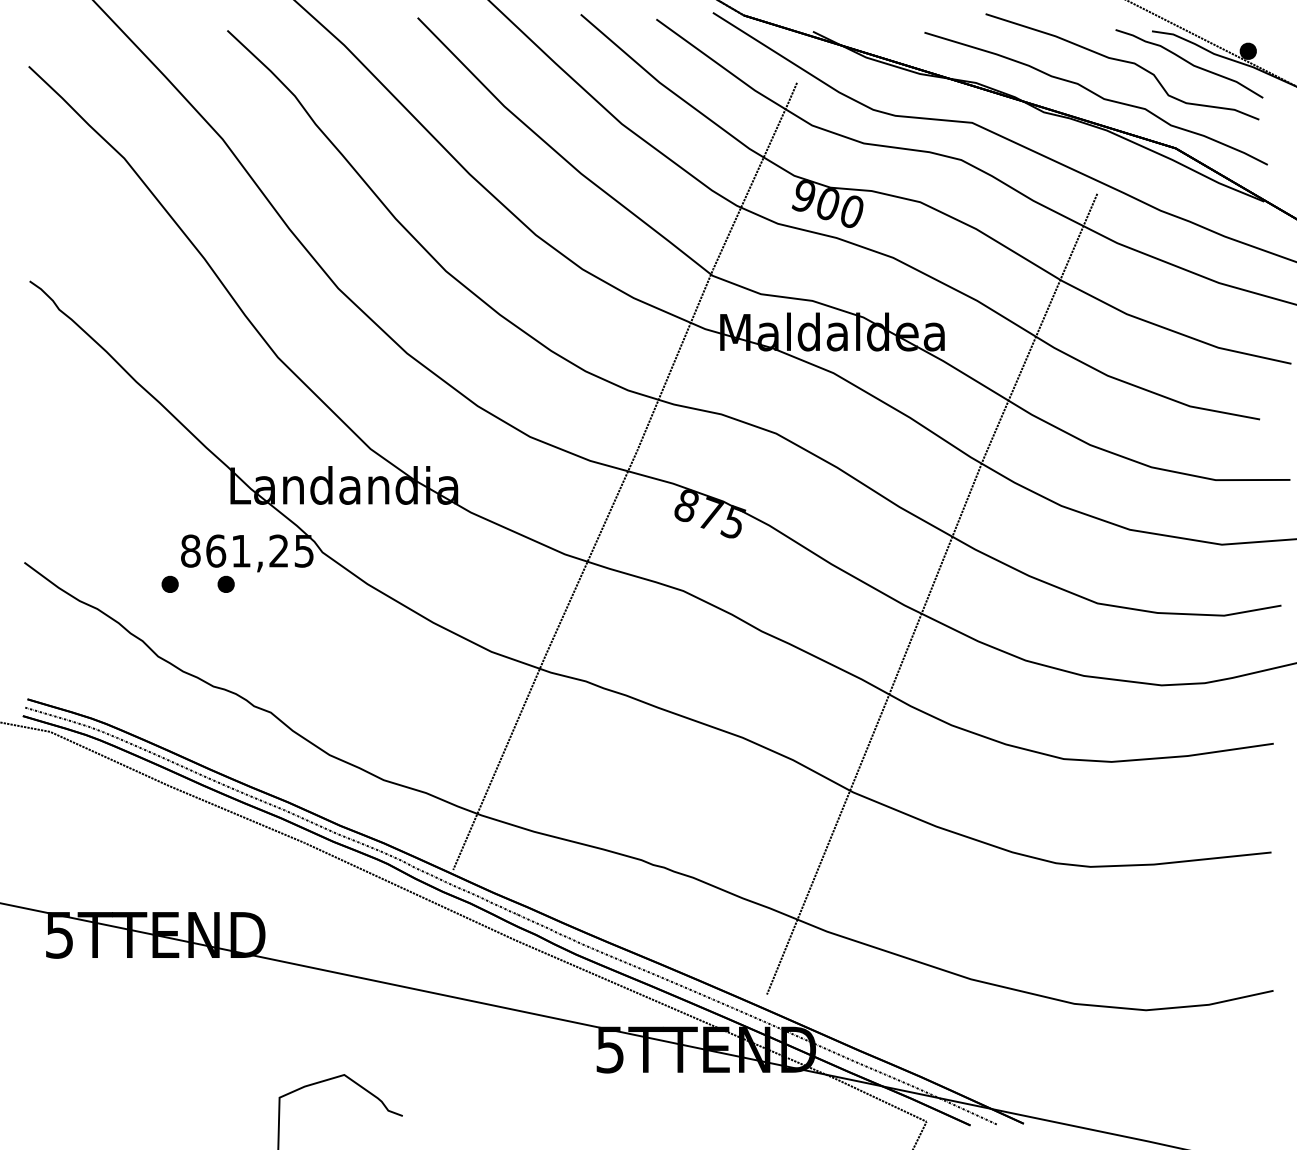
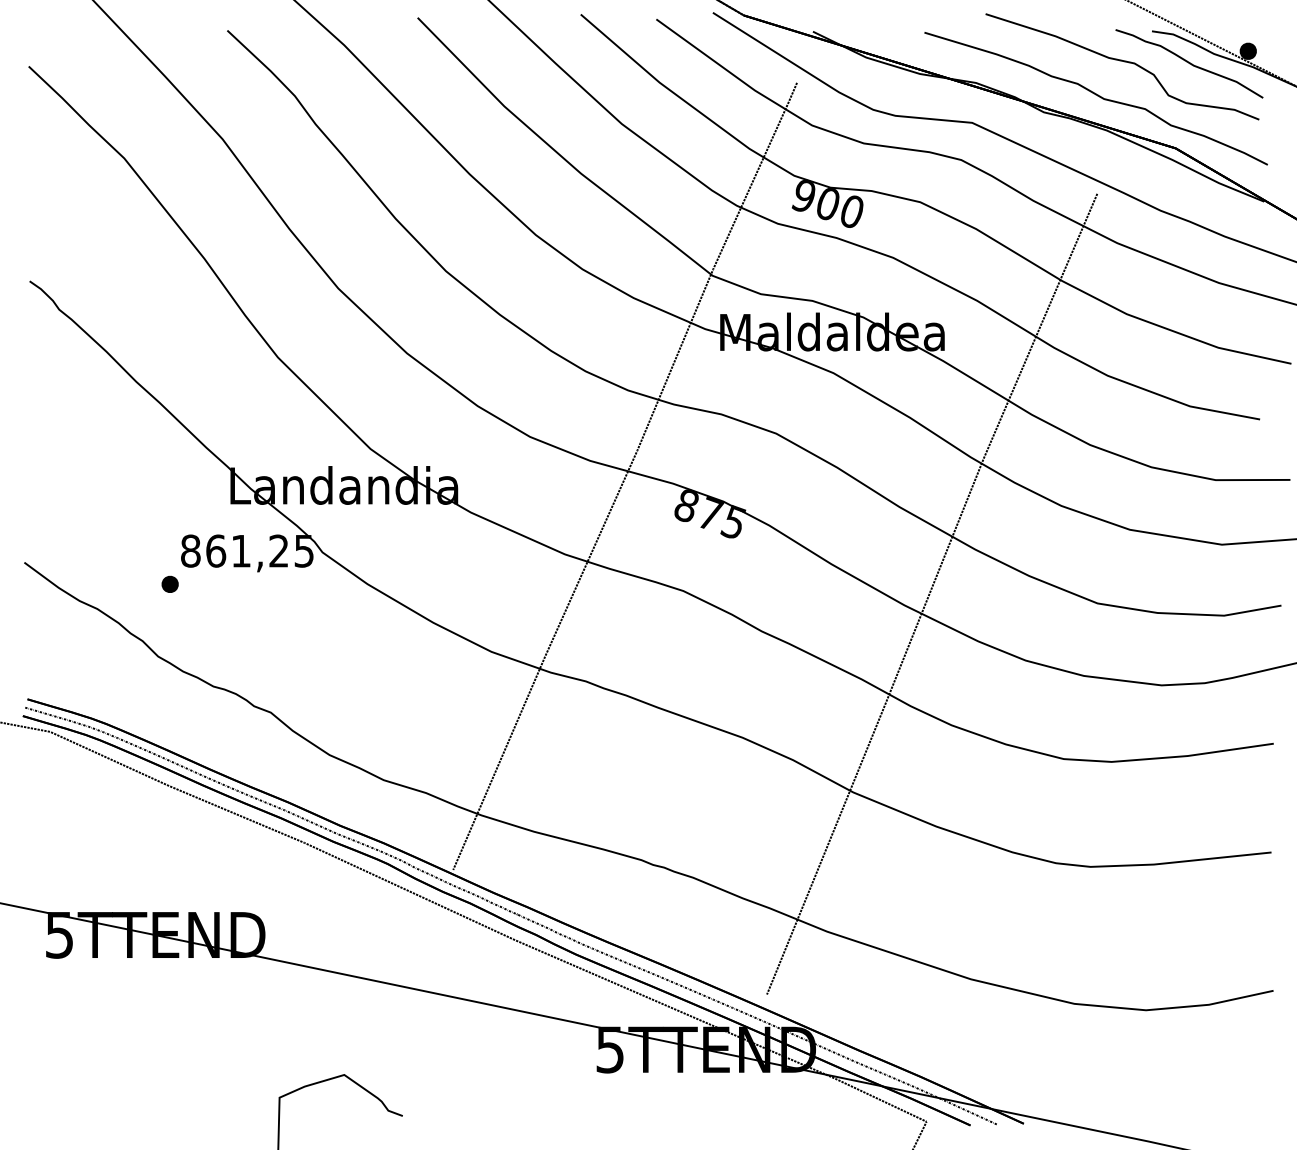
part at (225, 583): present -> none
